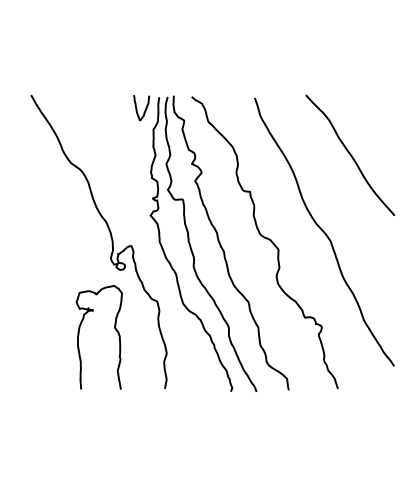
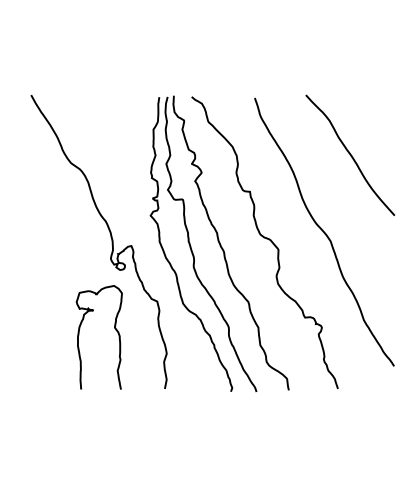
curve at (144, 110): present -> none
